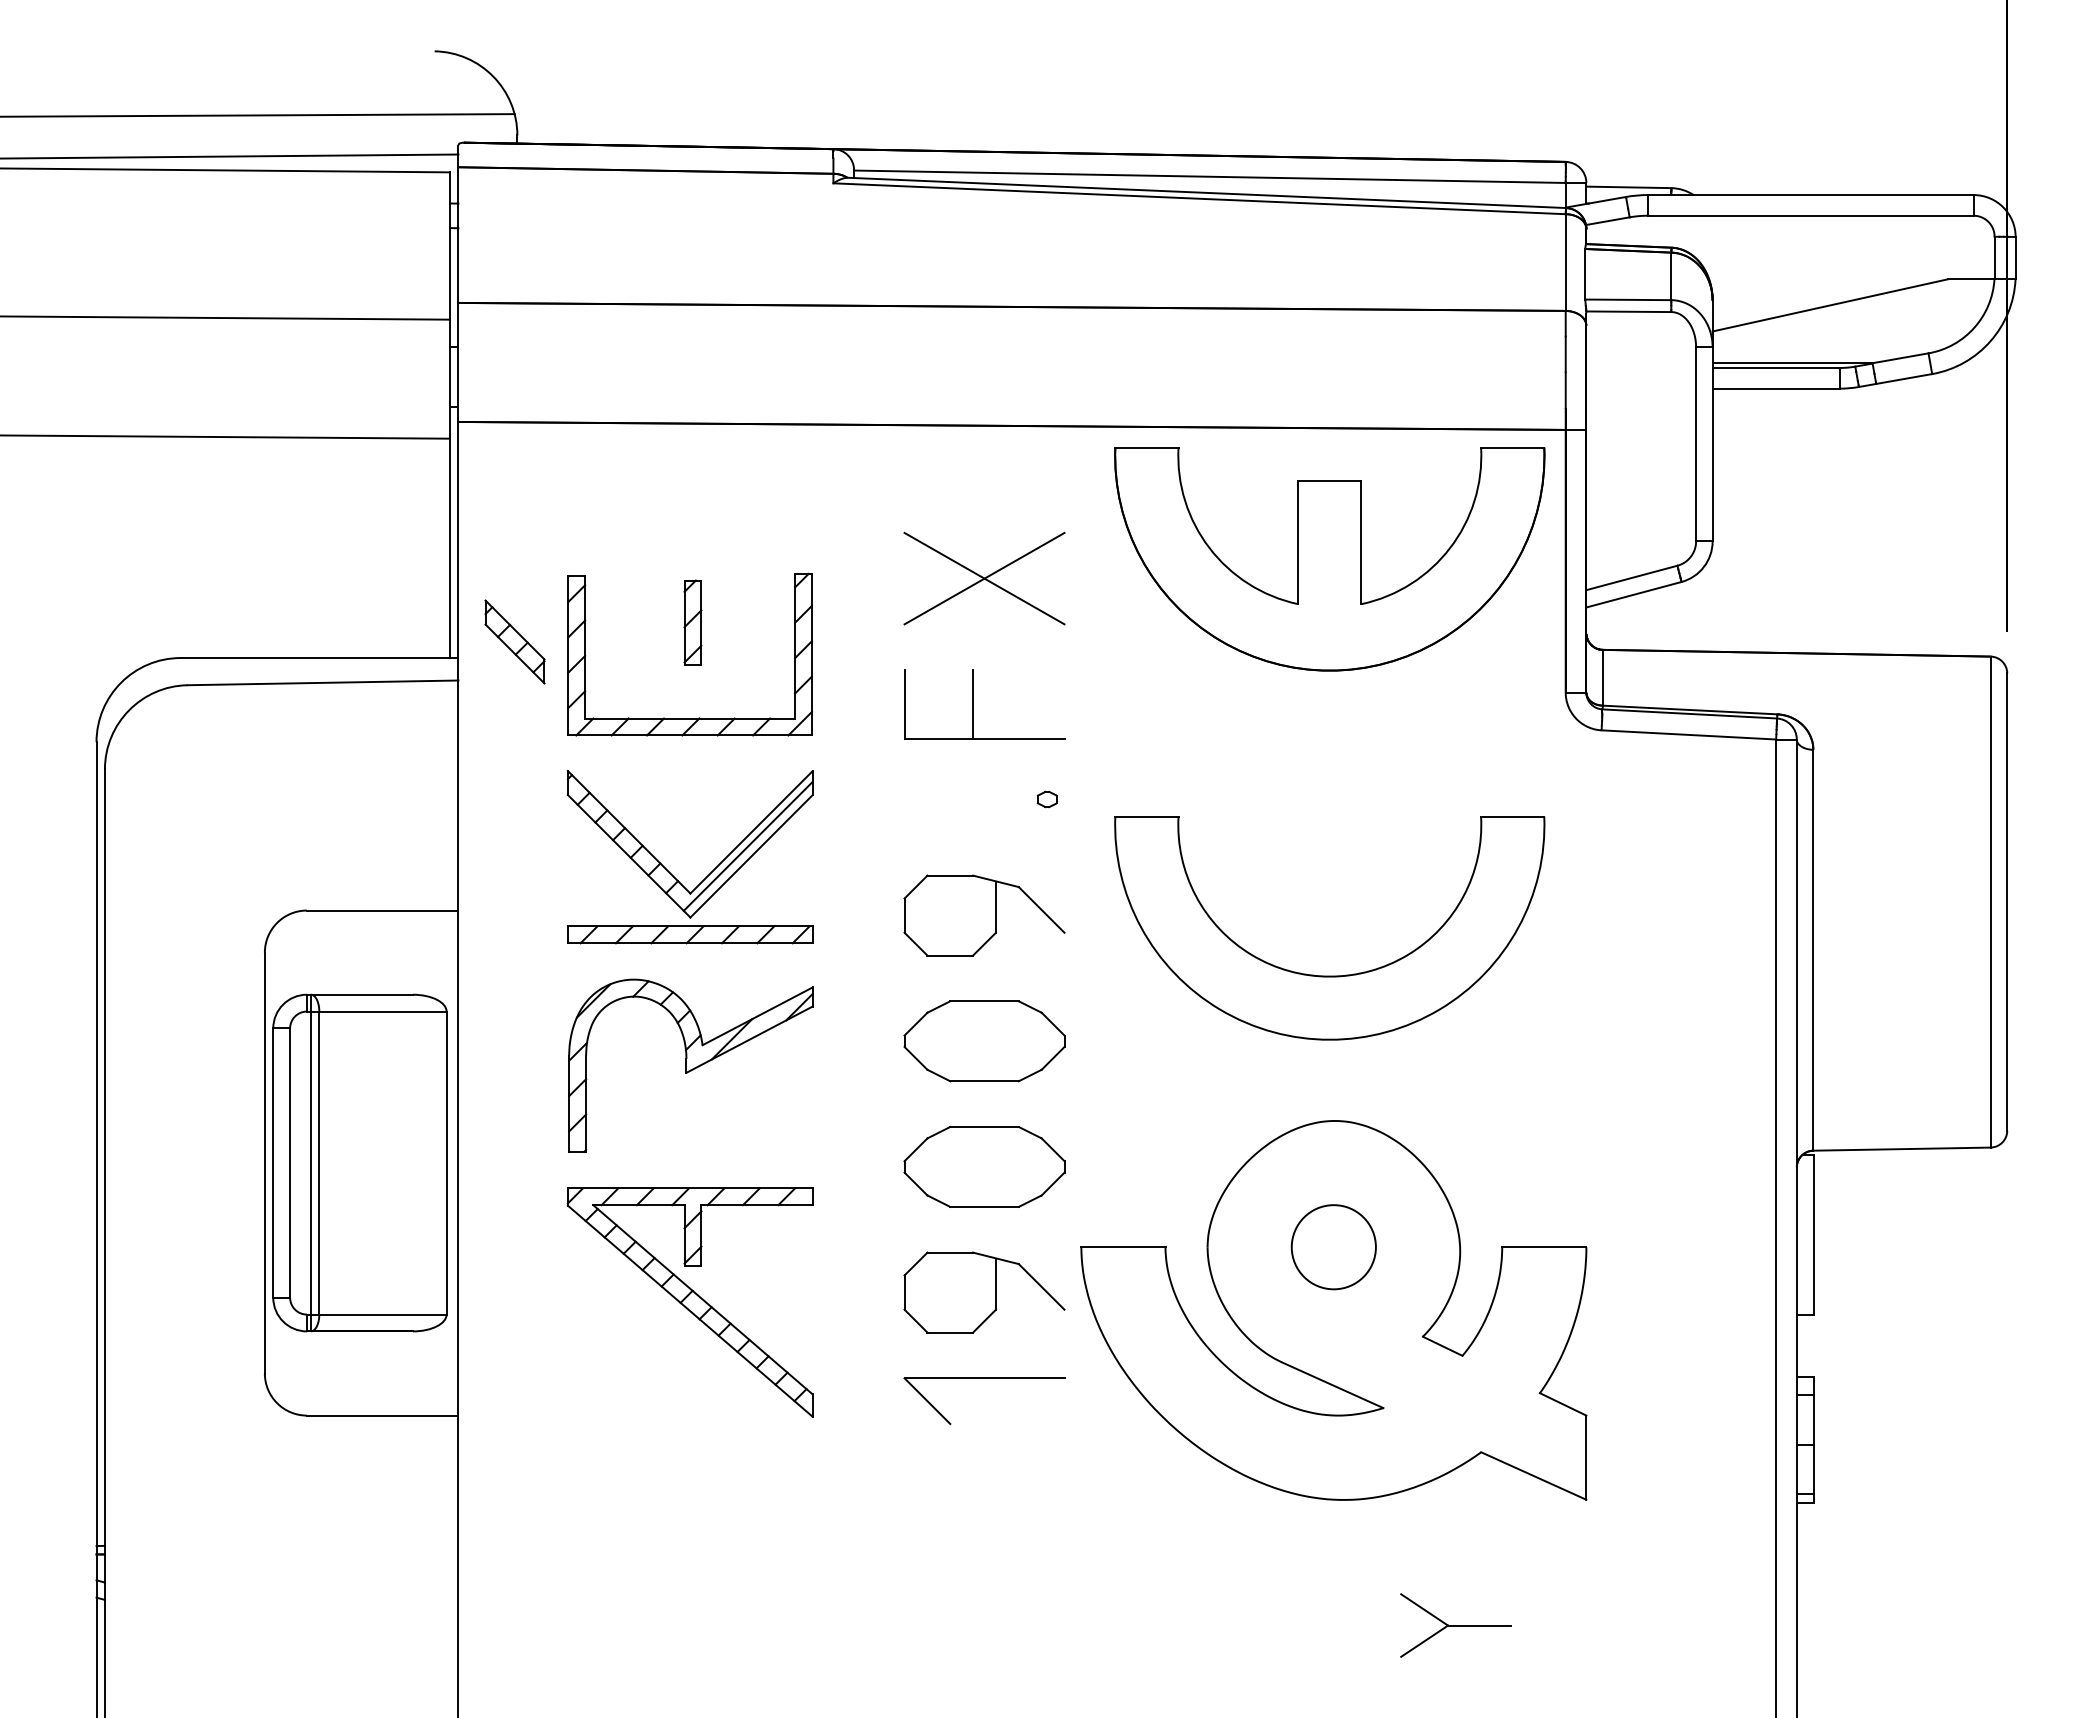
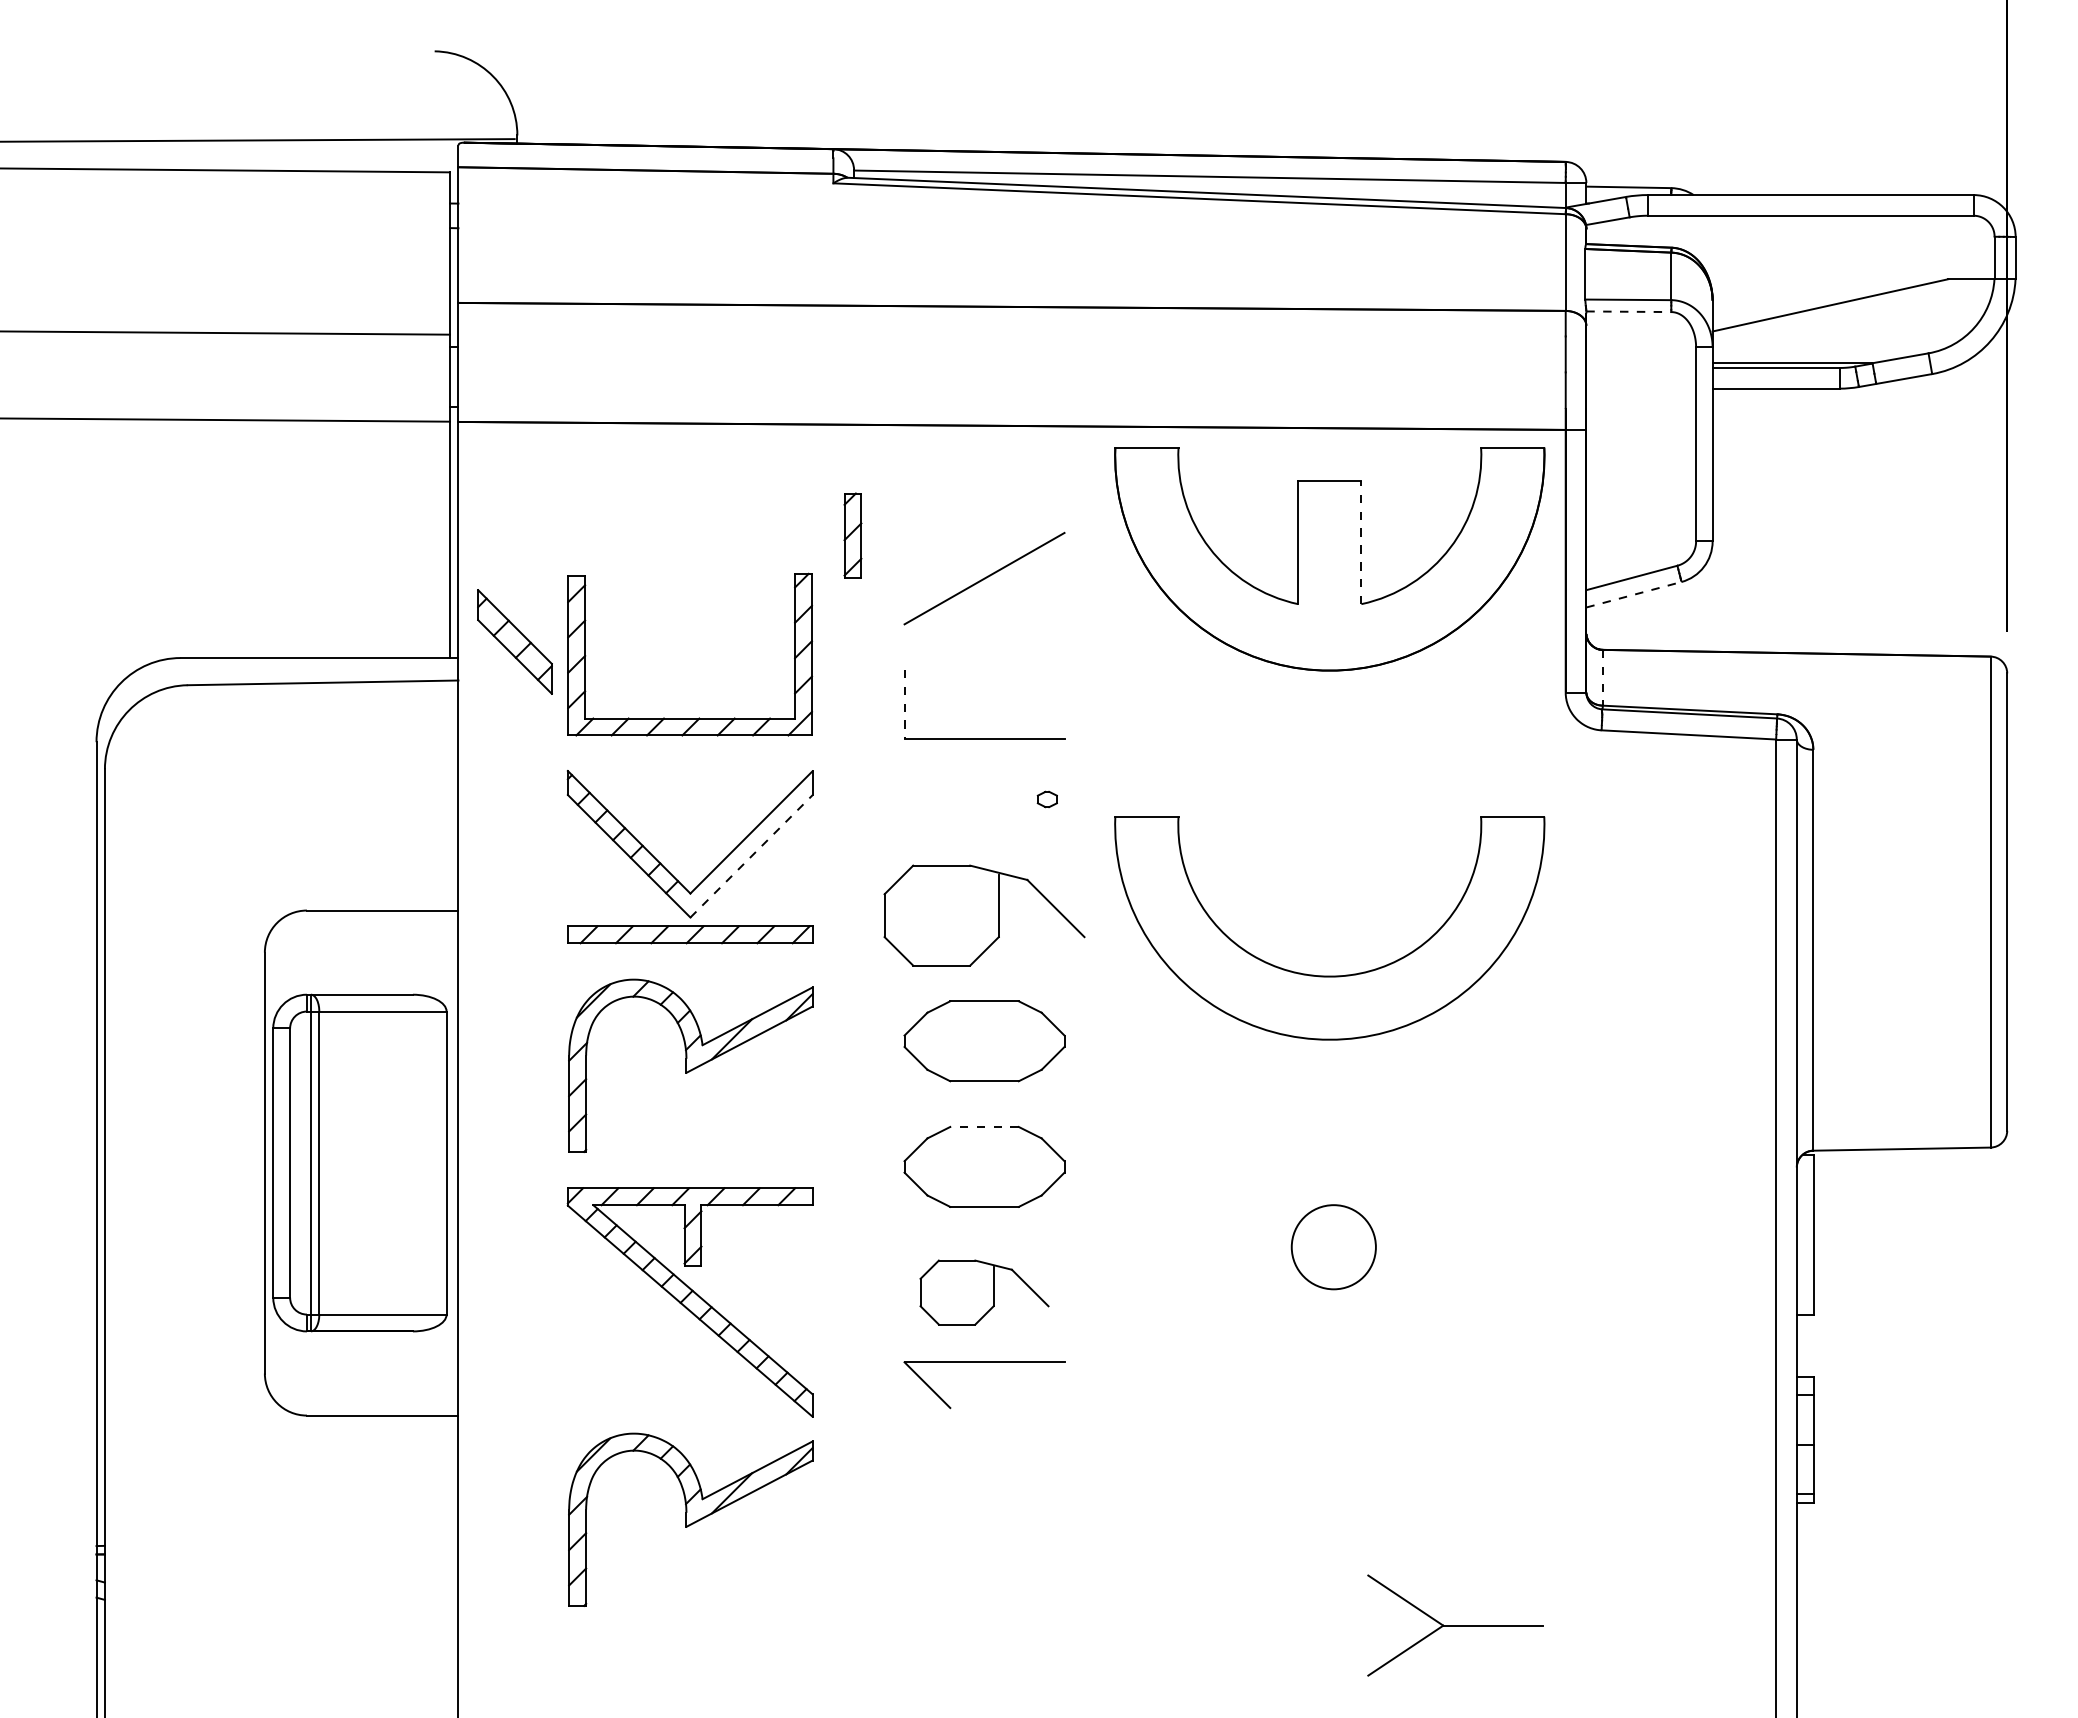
line at (258, 115) position: (258, 115) -> (258, 140)
line at (230, 156): present -> none
line at (1629, 311): solid -> dashed
line at (226, 317) position: (226, 317) -> (226, 332)
line at (226, 436) position: (226, 436) -> (226, 419)
line at (1361, 542): solid -> dashed
line at (984, 578): present -> none
line at (1634, 594): solid -> dashed
part at (692, 622) position: (692, 622) -> (852, 535)
part at (514, 641) size: 62x86 px -> 76x106 px
line at (1602, 677): solid -> dashed
line at (973, 703): present -> none
line at (904, 704): solid -> dashed
line at (747, 846): present -> none
line at (751, 856): solid -> dashed
part at (984, 915) size: 163x83 px -> 203x103 px
line at (984, 1126): solid -> dashed
part at (984, 1292) size: 163x83 px -> 131x67 px
part at (1333, 1310): present -> none
part at (984, 1378) position: (984, 1378) -> (984, 1362)
part at (690, 1519): none -> present
part at (1455, 1625) size: 112x65 px -> 177x103 px
